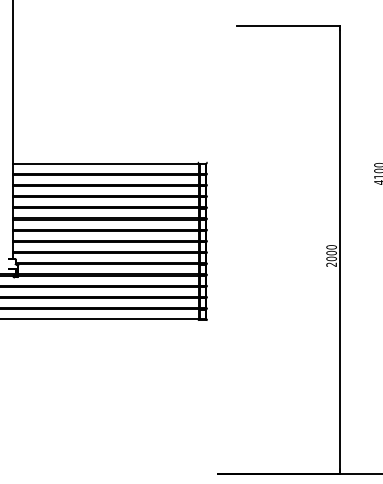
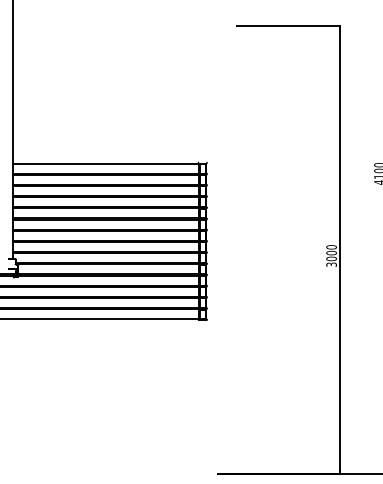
text at (331, 264): 2000 -> 3000
